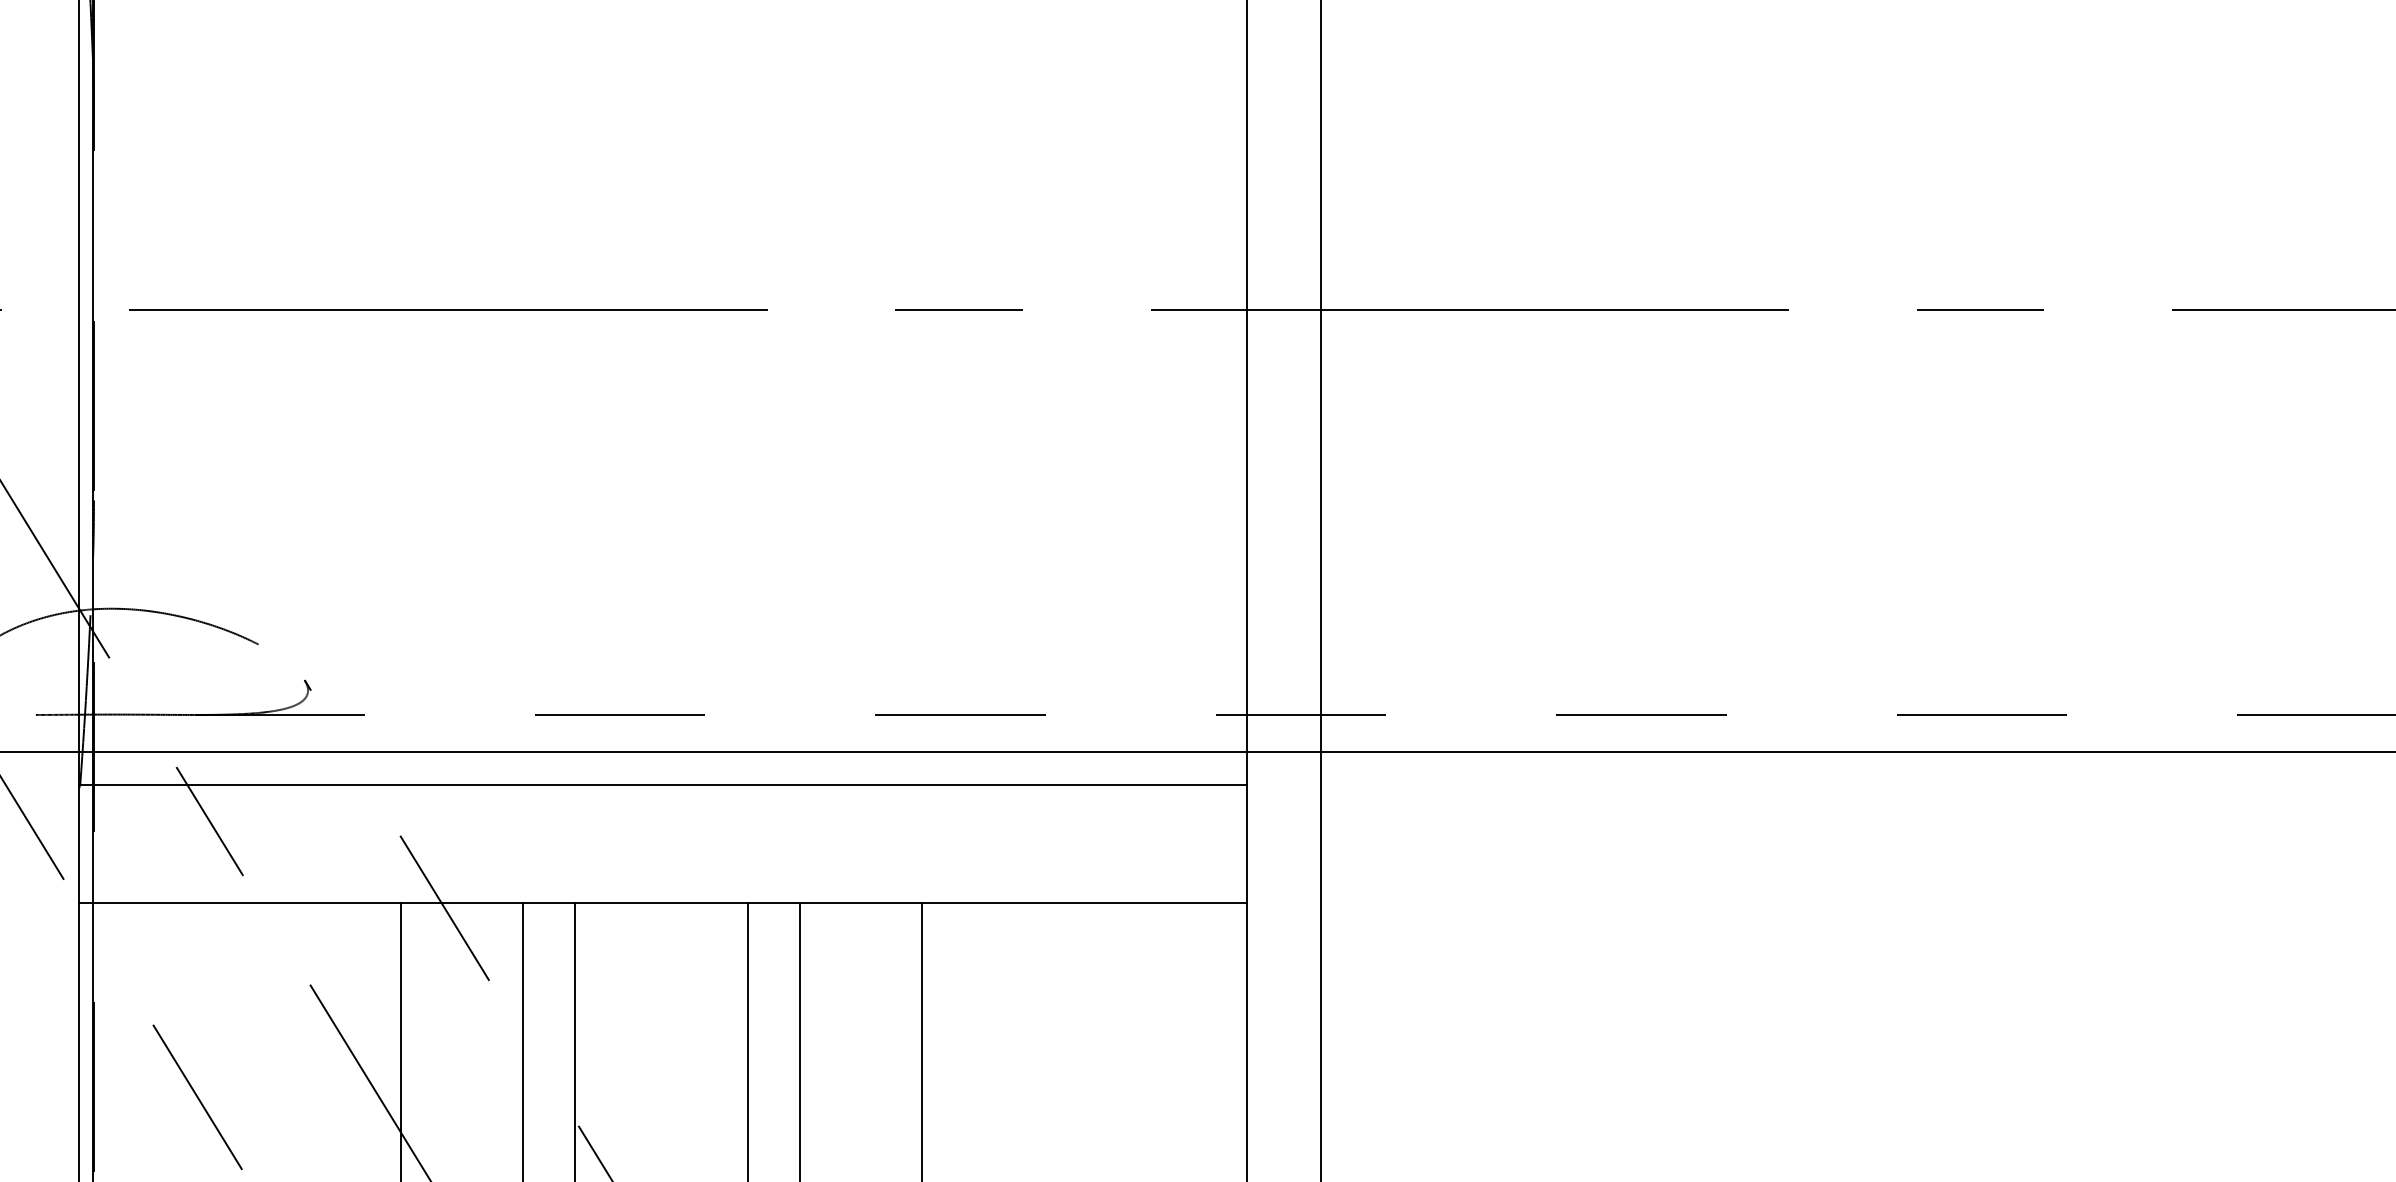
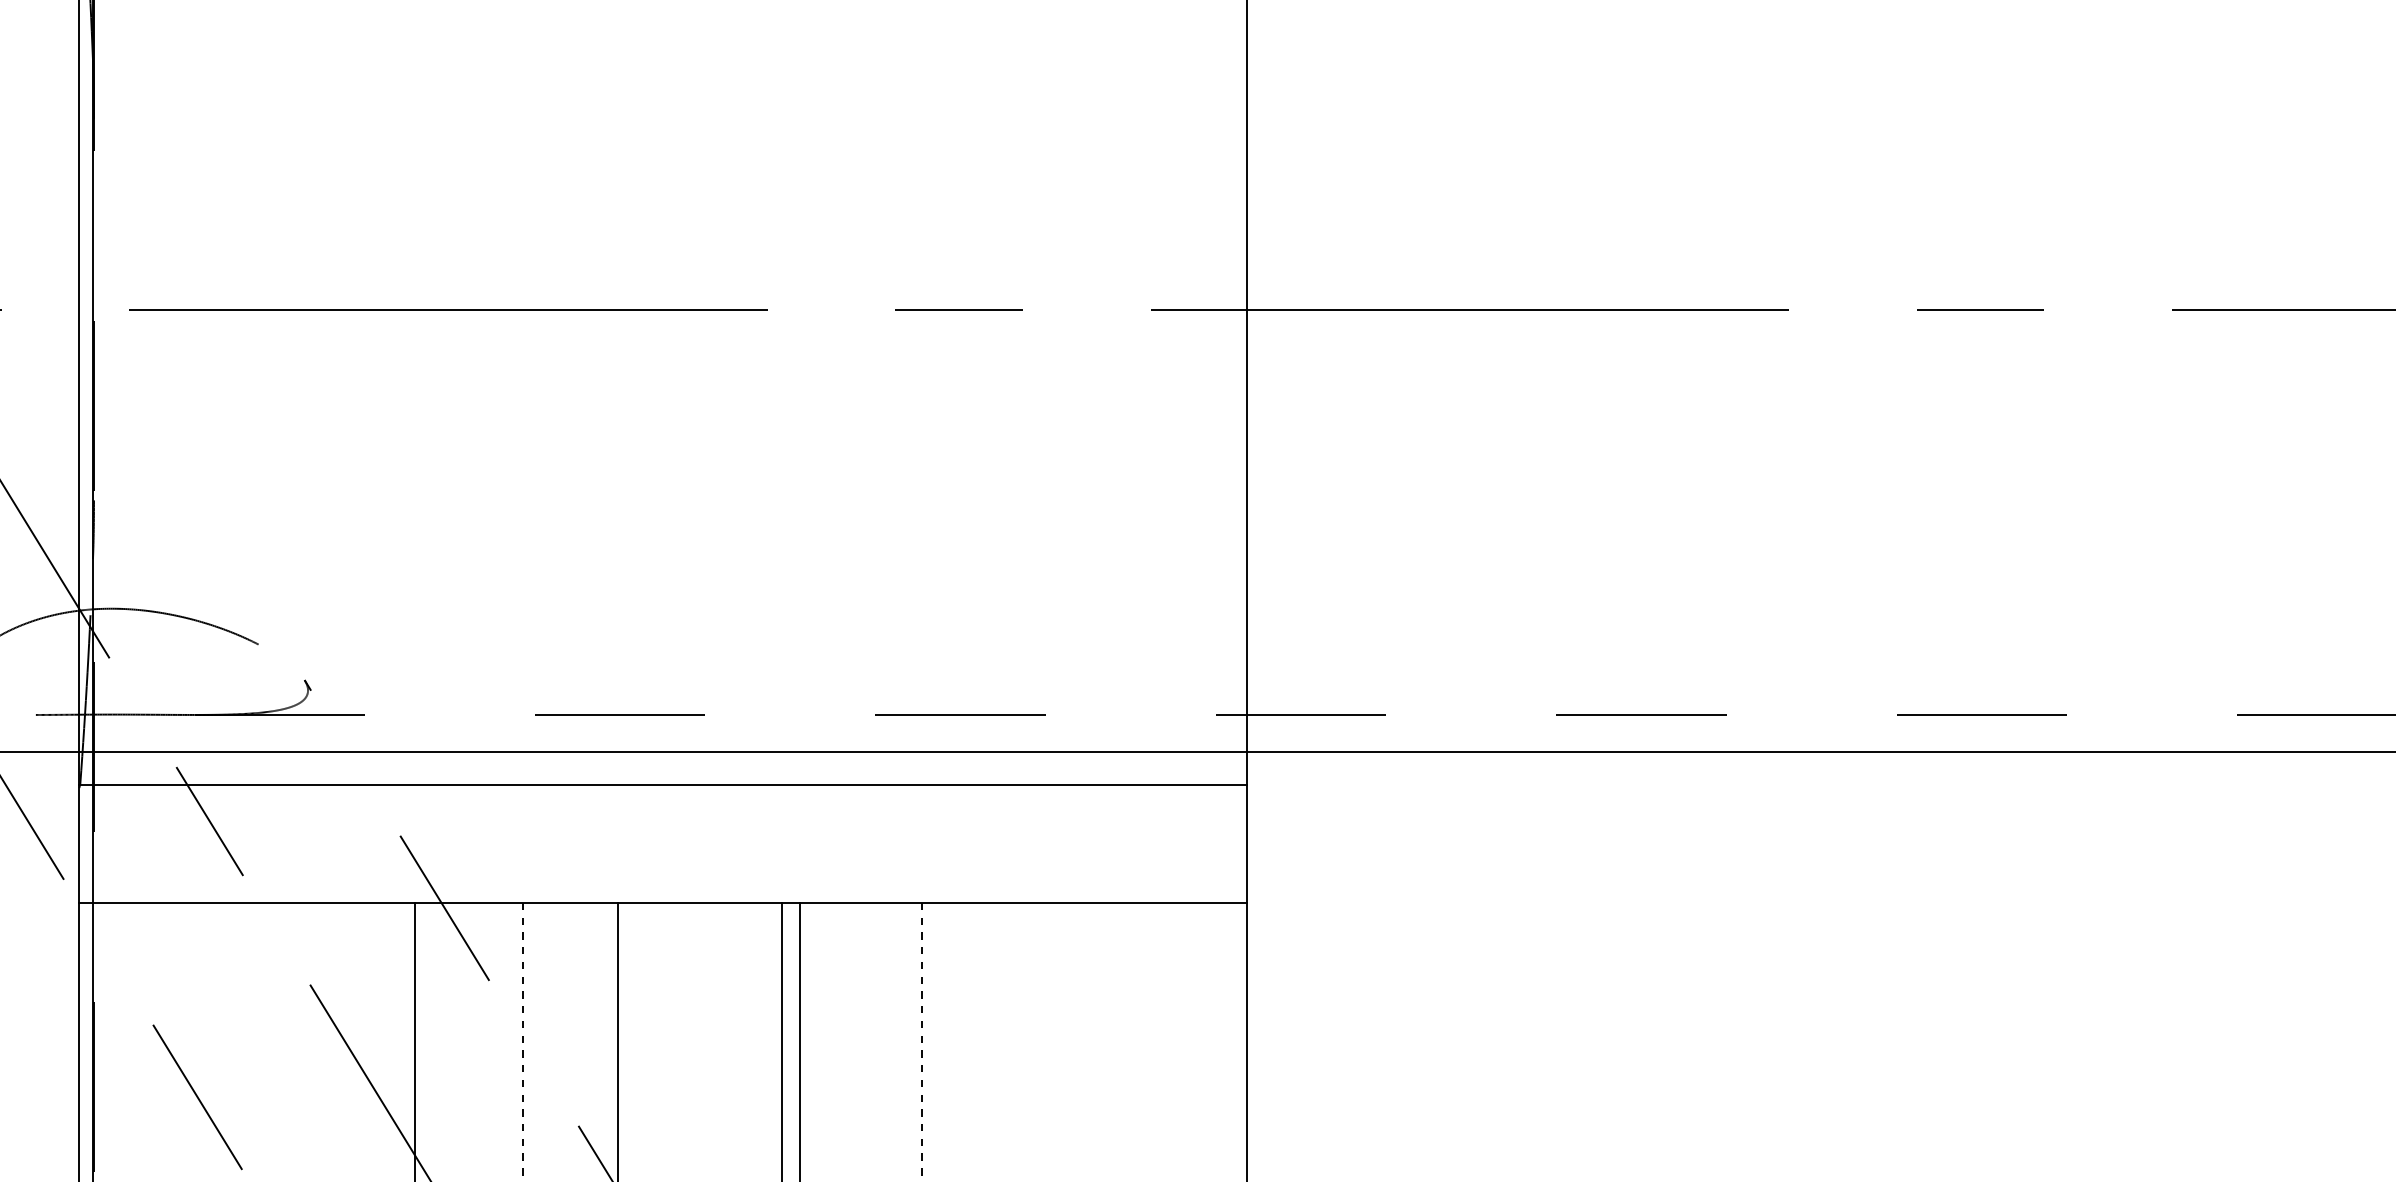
line at (1321, 590): present -> none
line at (400, 1040) position: (400, 1040) -> (414, 1040)
line at (574, 1040) position: (574, 1040) -> (617, 1040)
line at (748, 1040) position: (748, 1040) -> (782, 1040)
line at (523, 1042): solid -> dashed
line at (922, 1042): solid -> dashed
